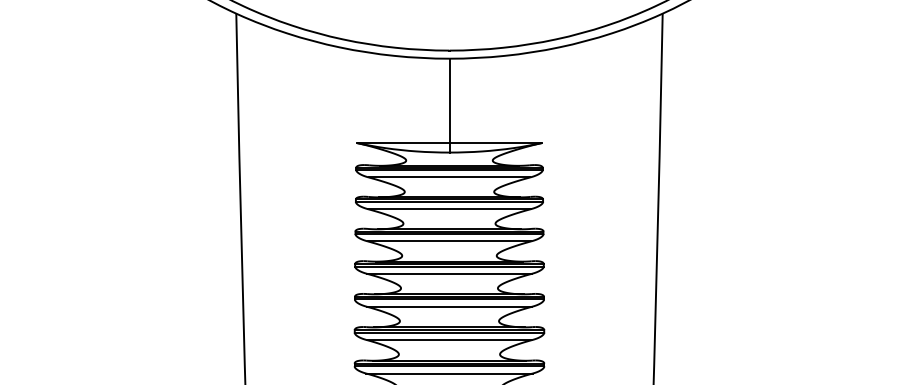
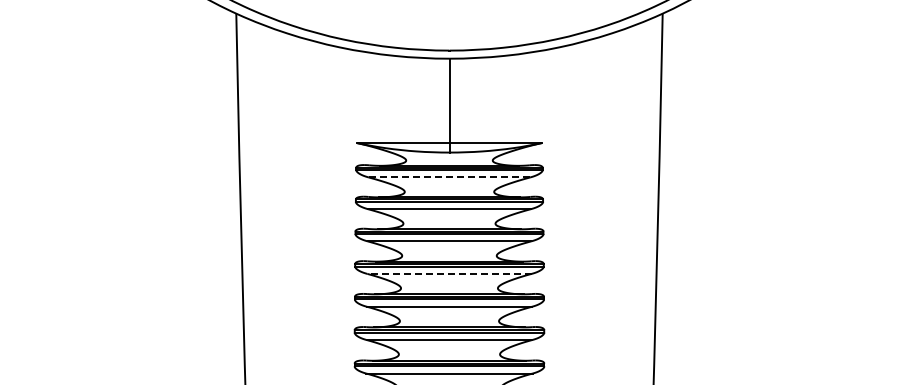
line at (449, 177): solid -> dashed
line at (448, 273): solid -> dashed
